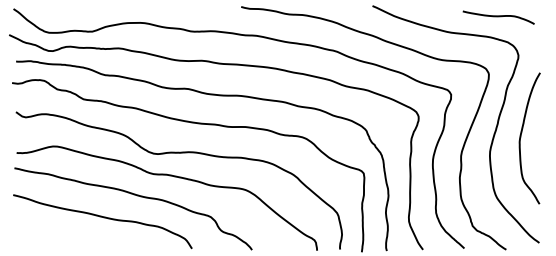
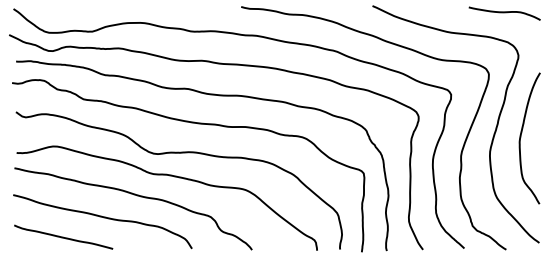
curve at (498, 17) position: (498, 17) -> (504, 13)
curve at (63, 236): none -> present
